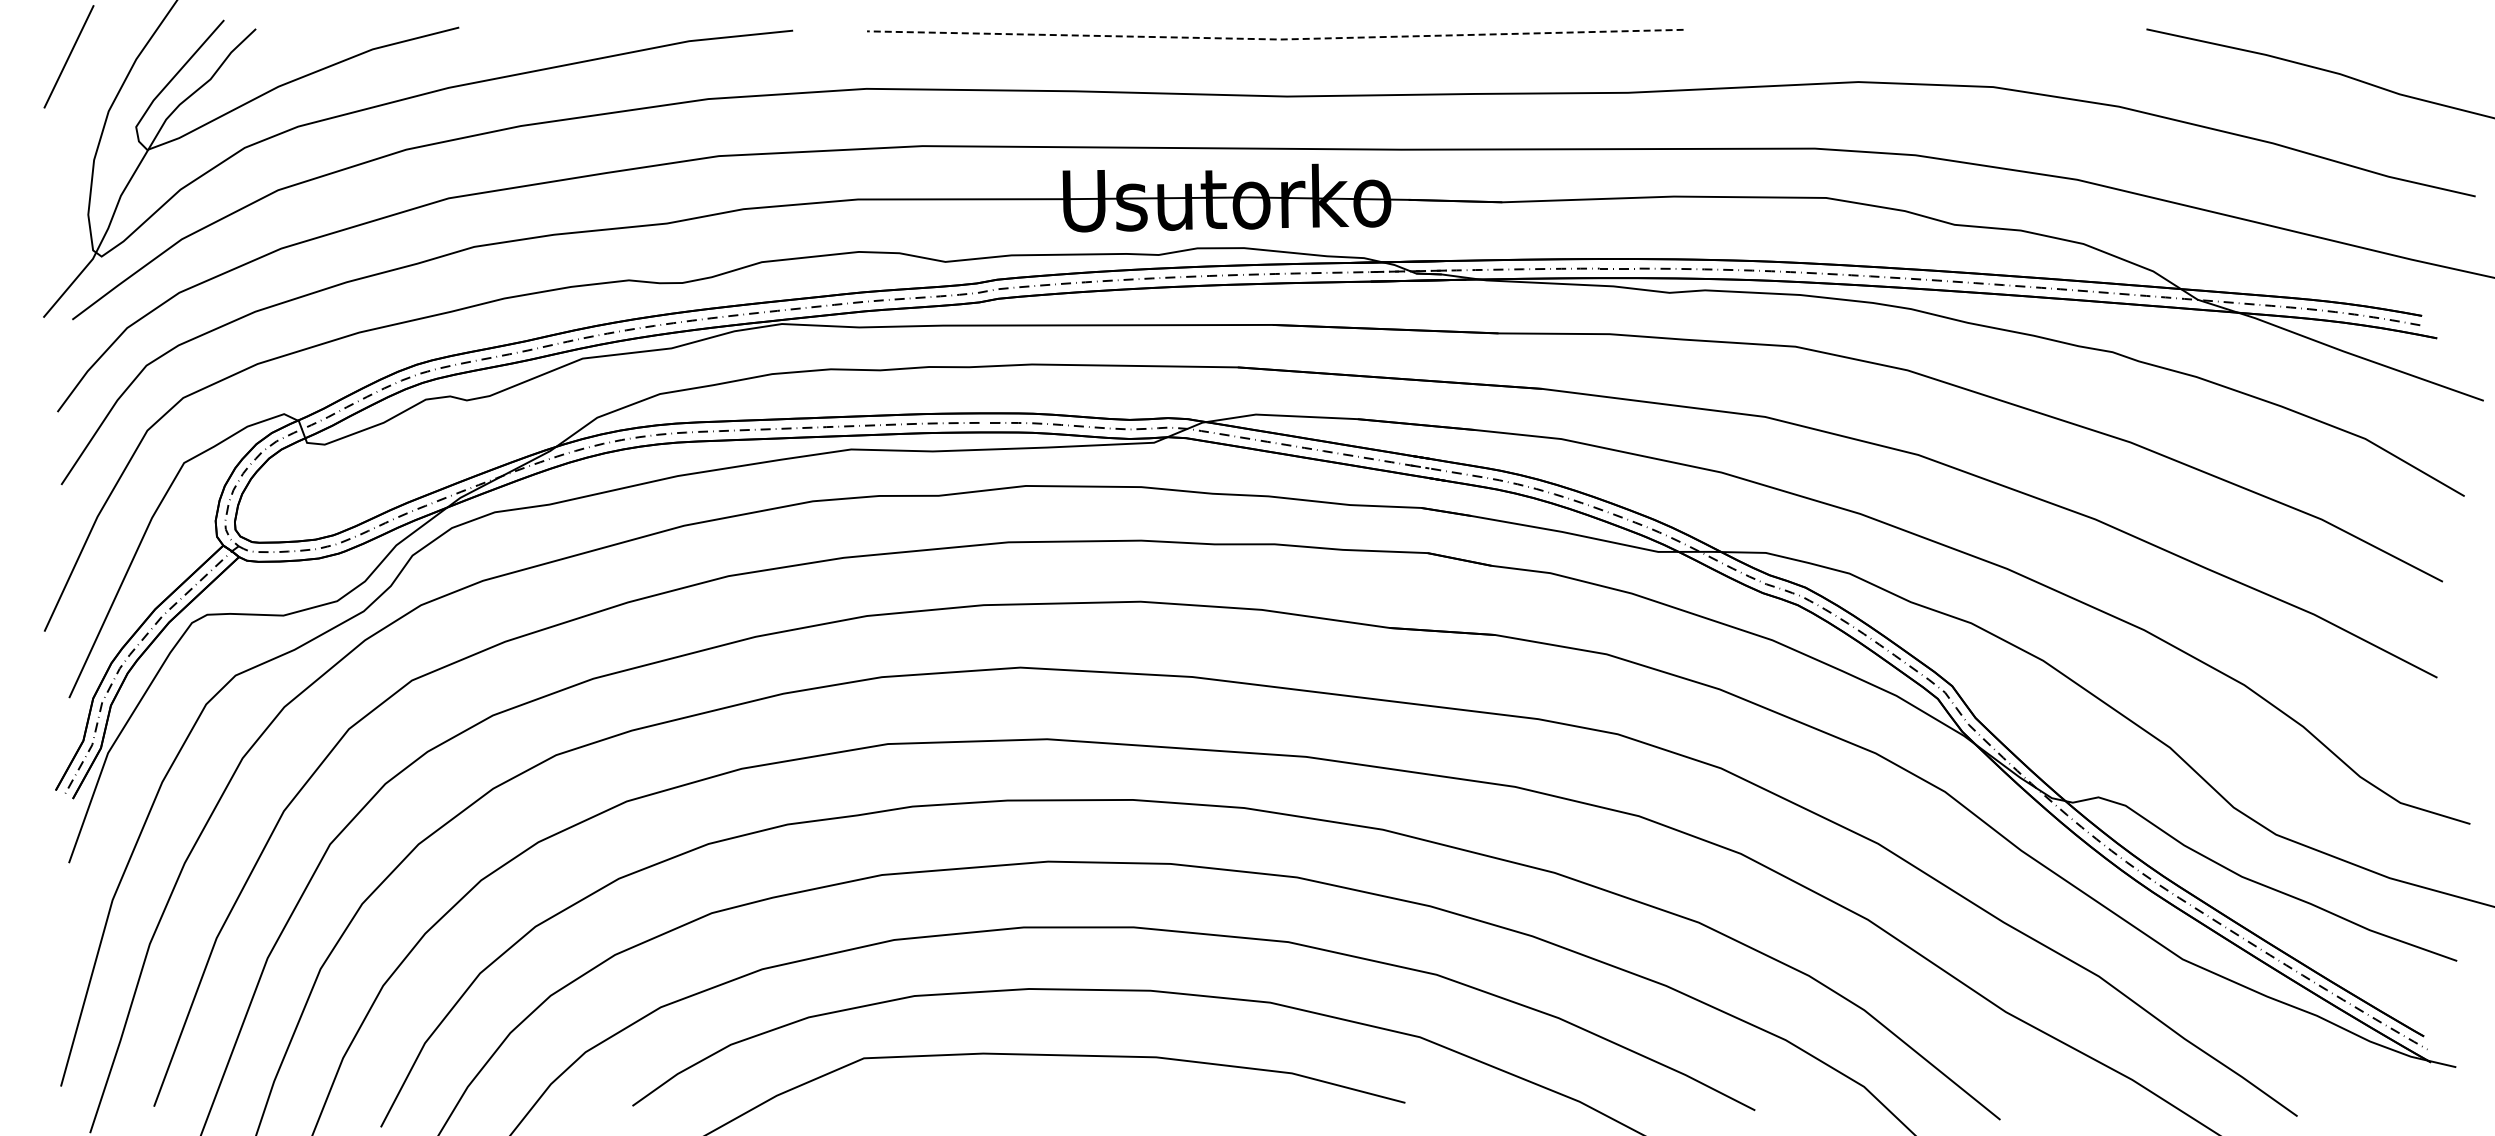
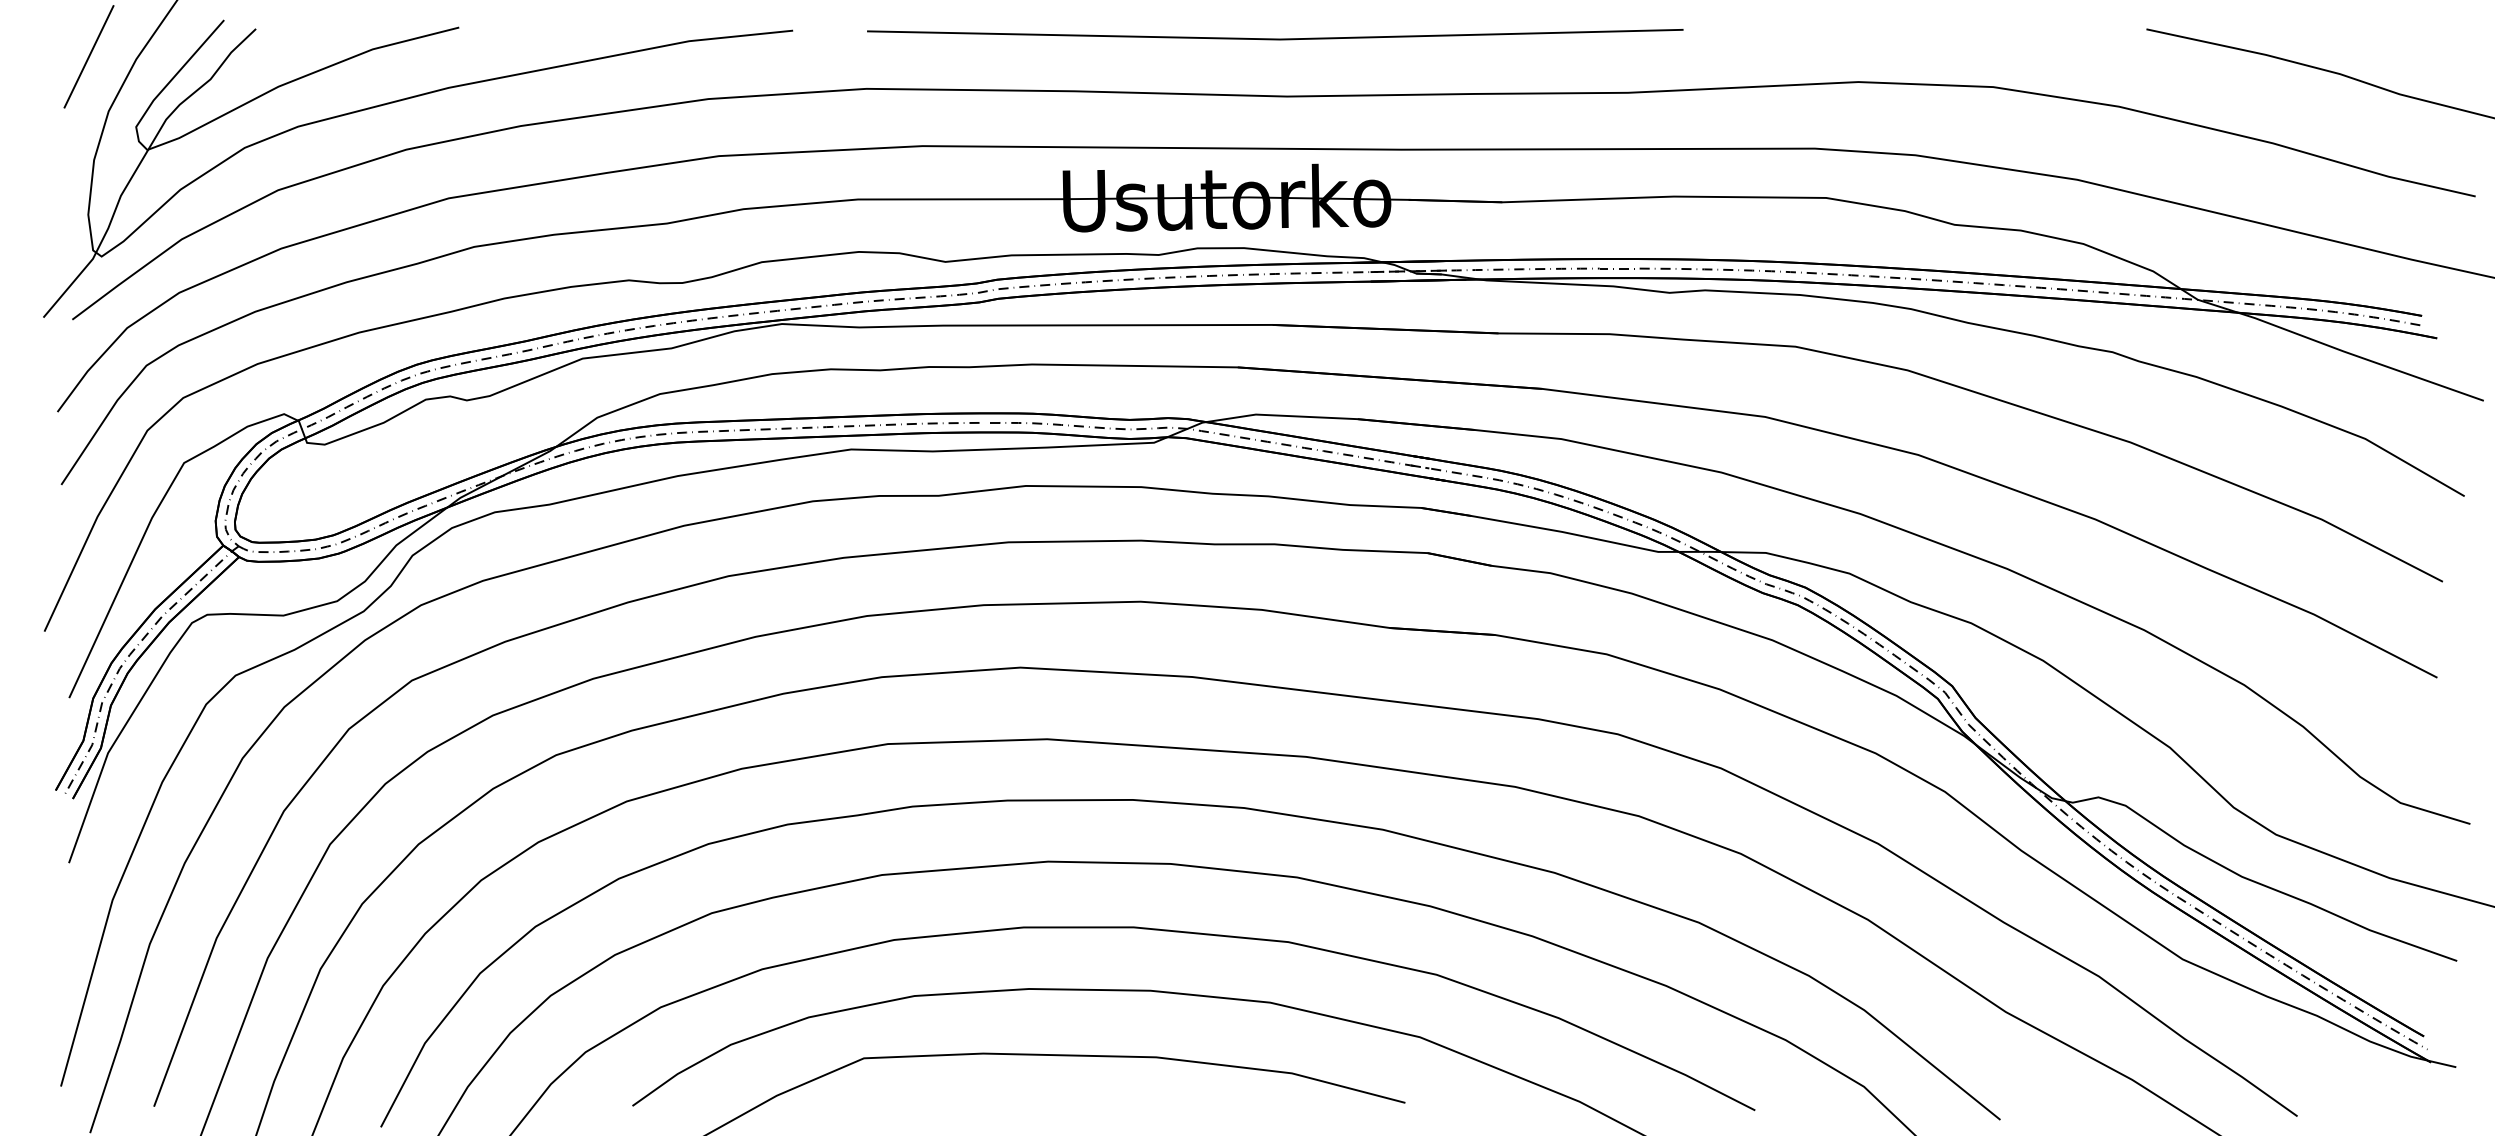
line at (1275, 39): dashed -> solid
line at (68, 56) position: (68, 56) -> (88, 56)
